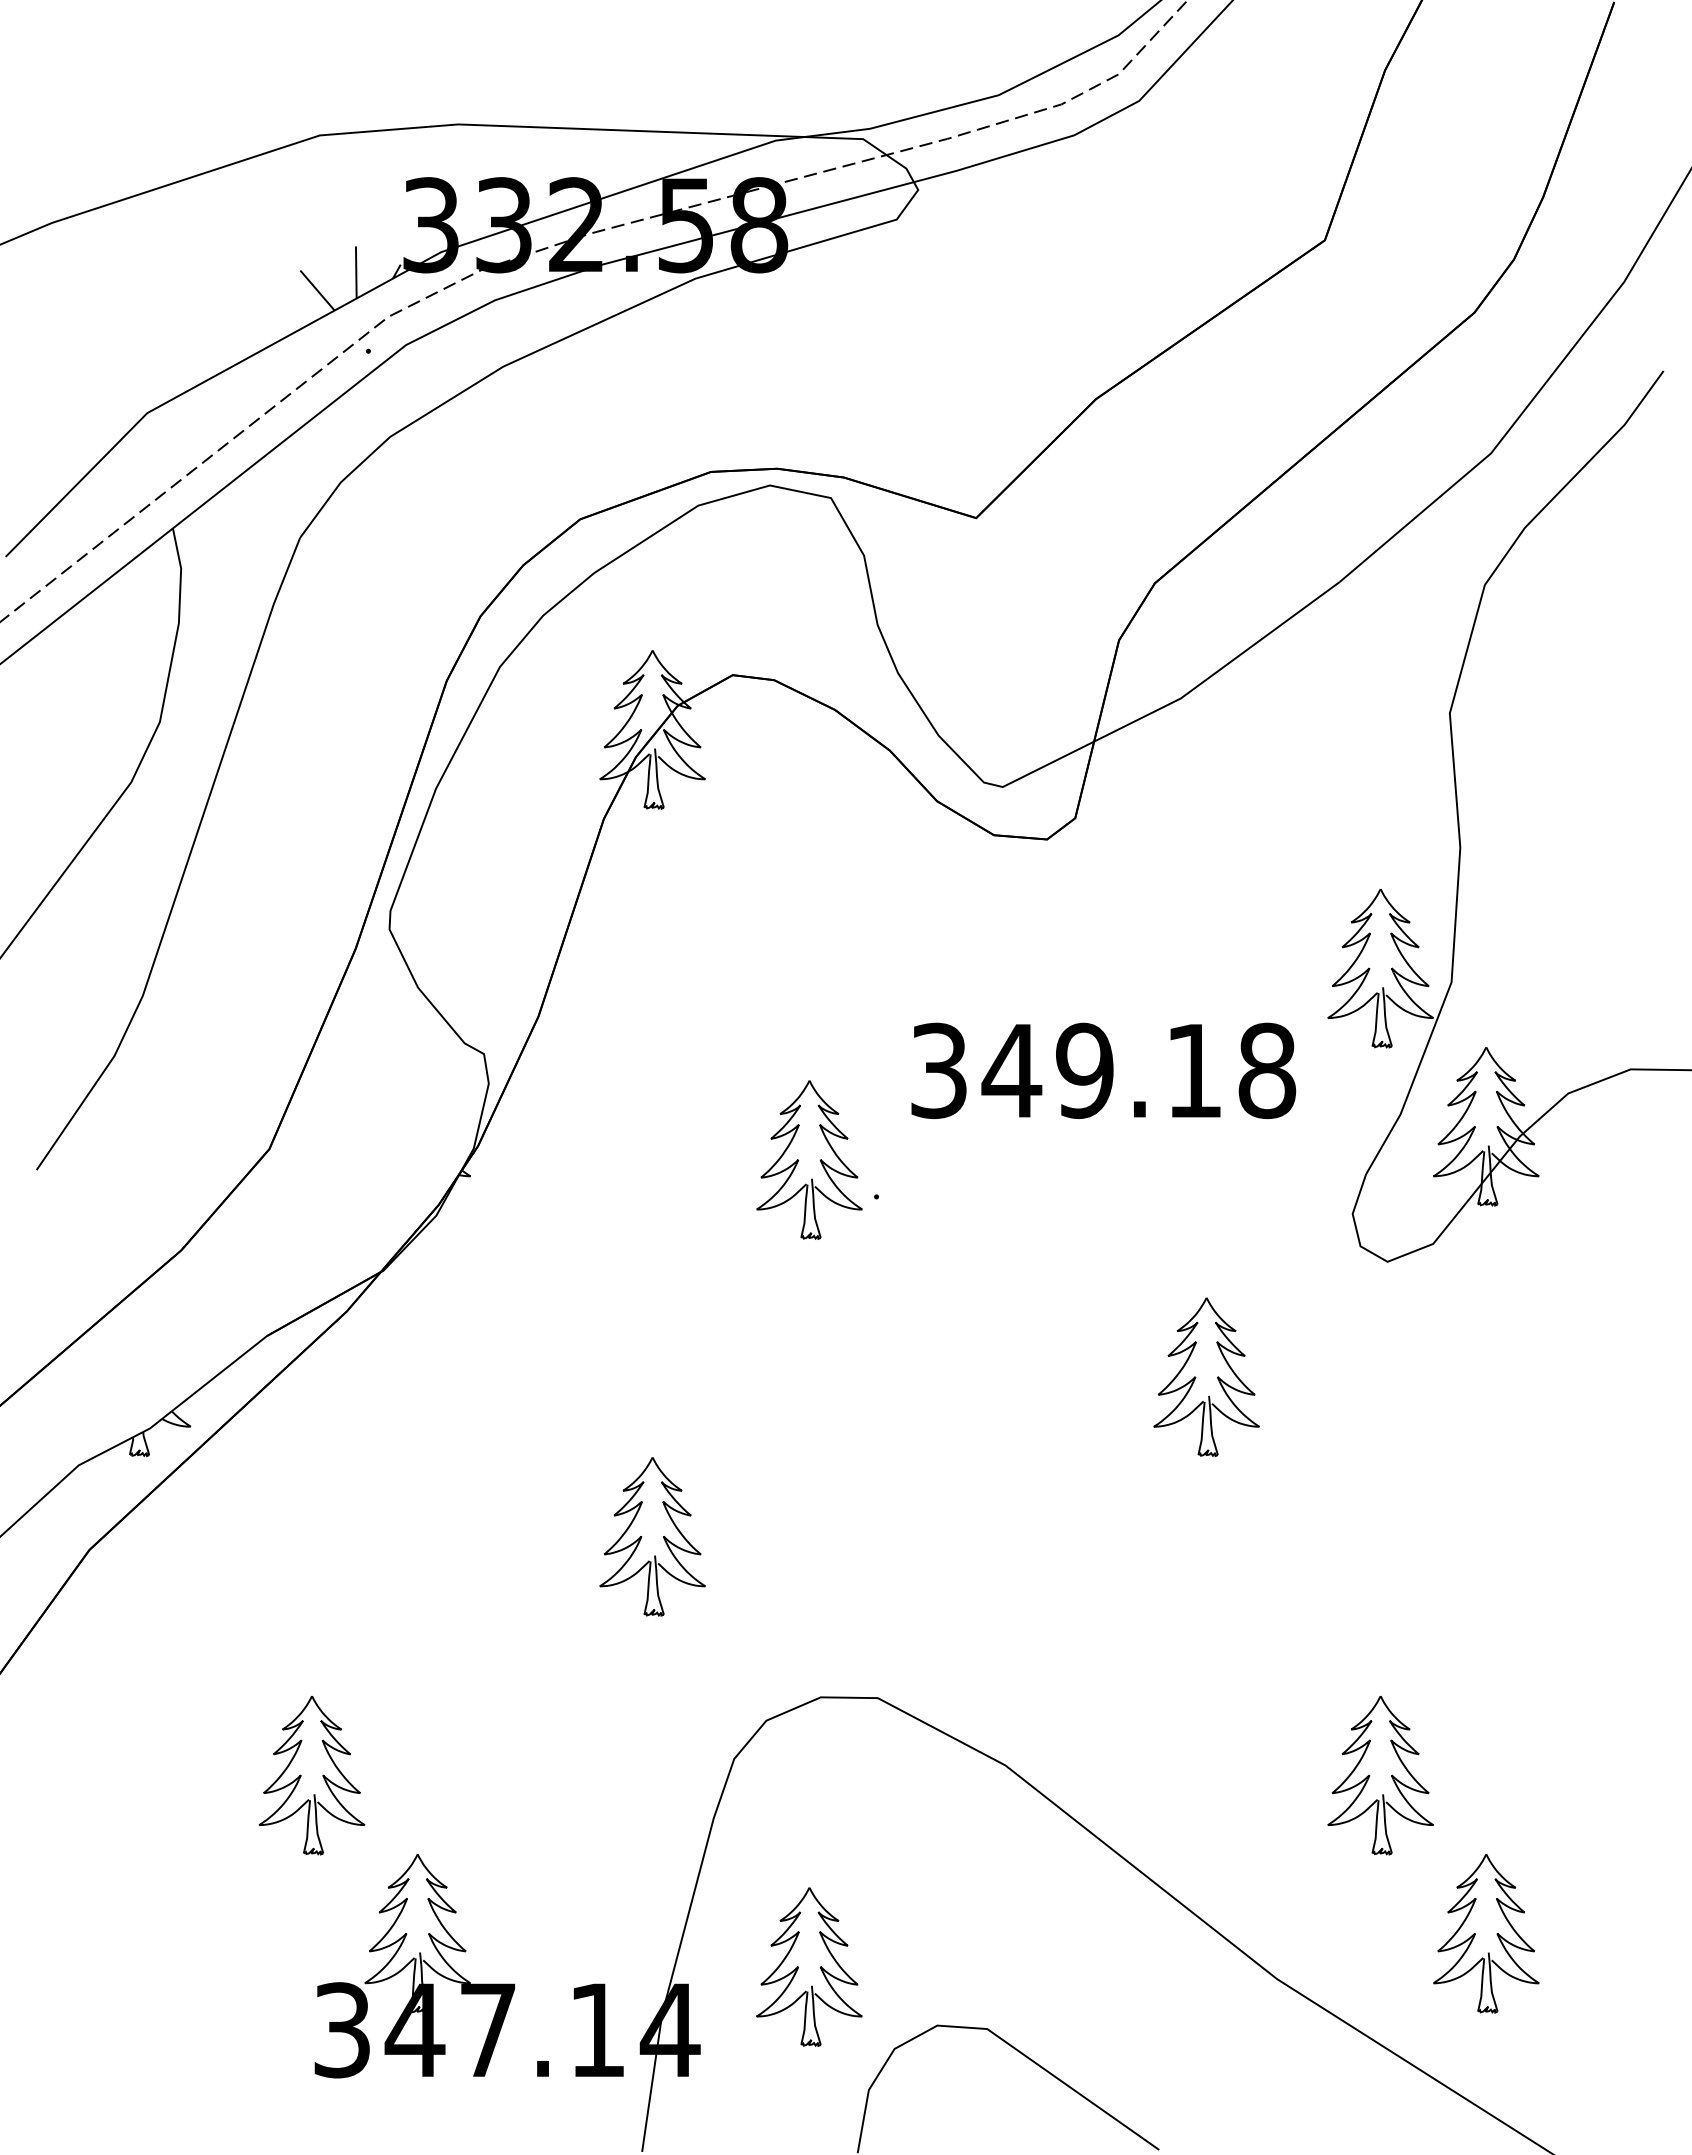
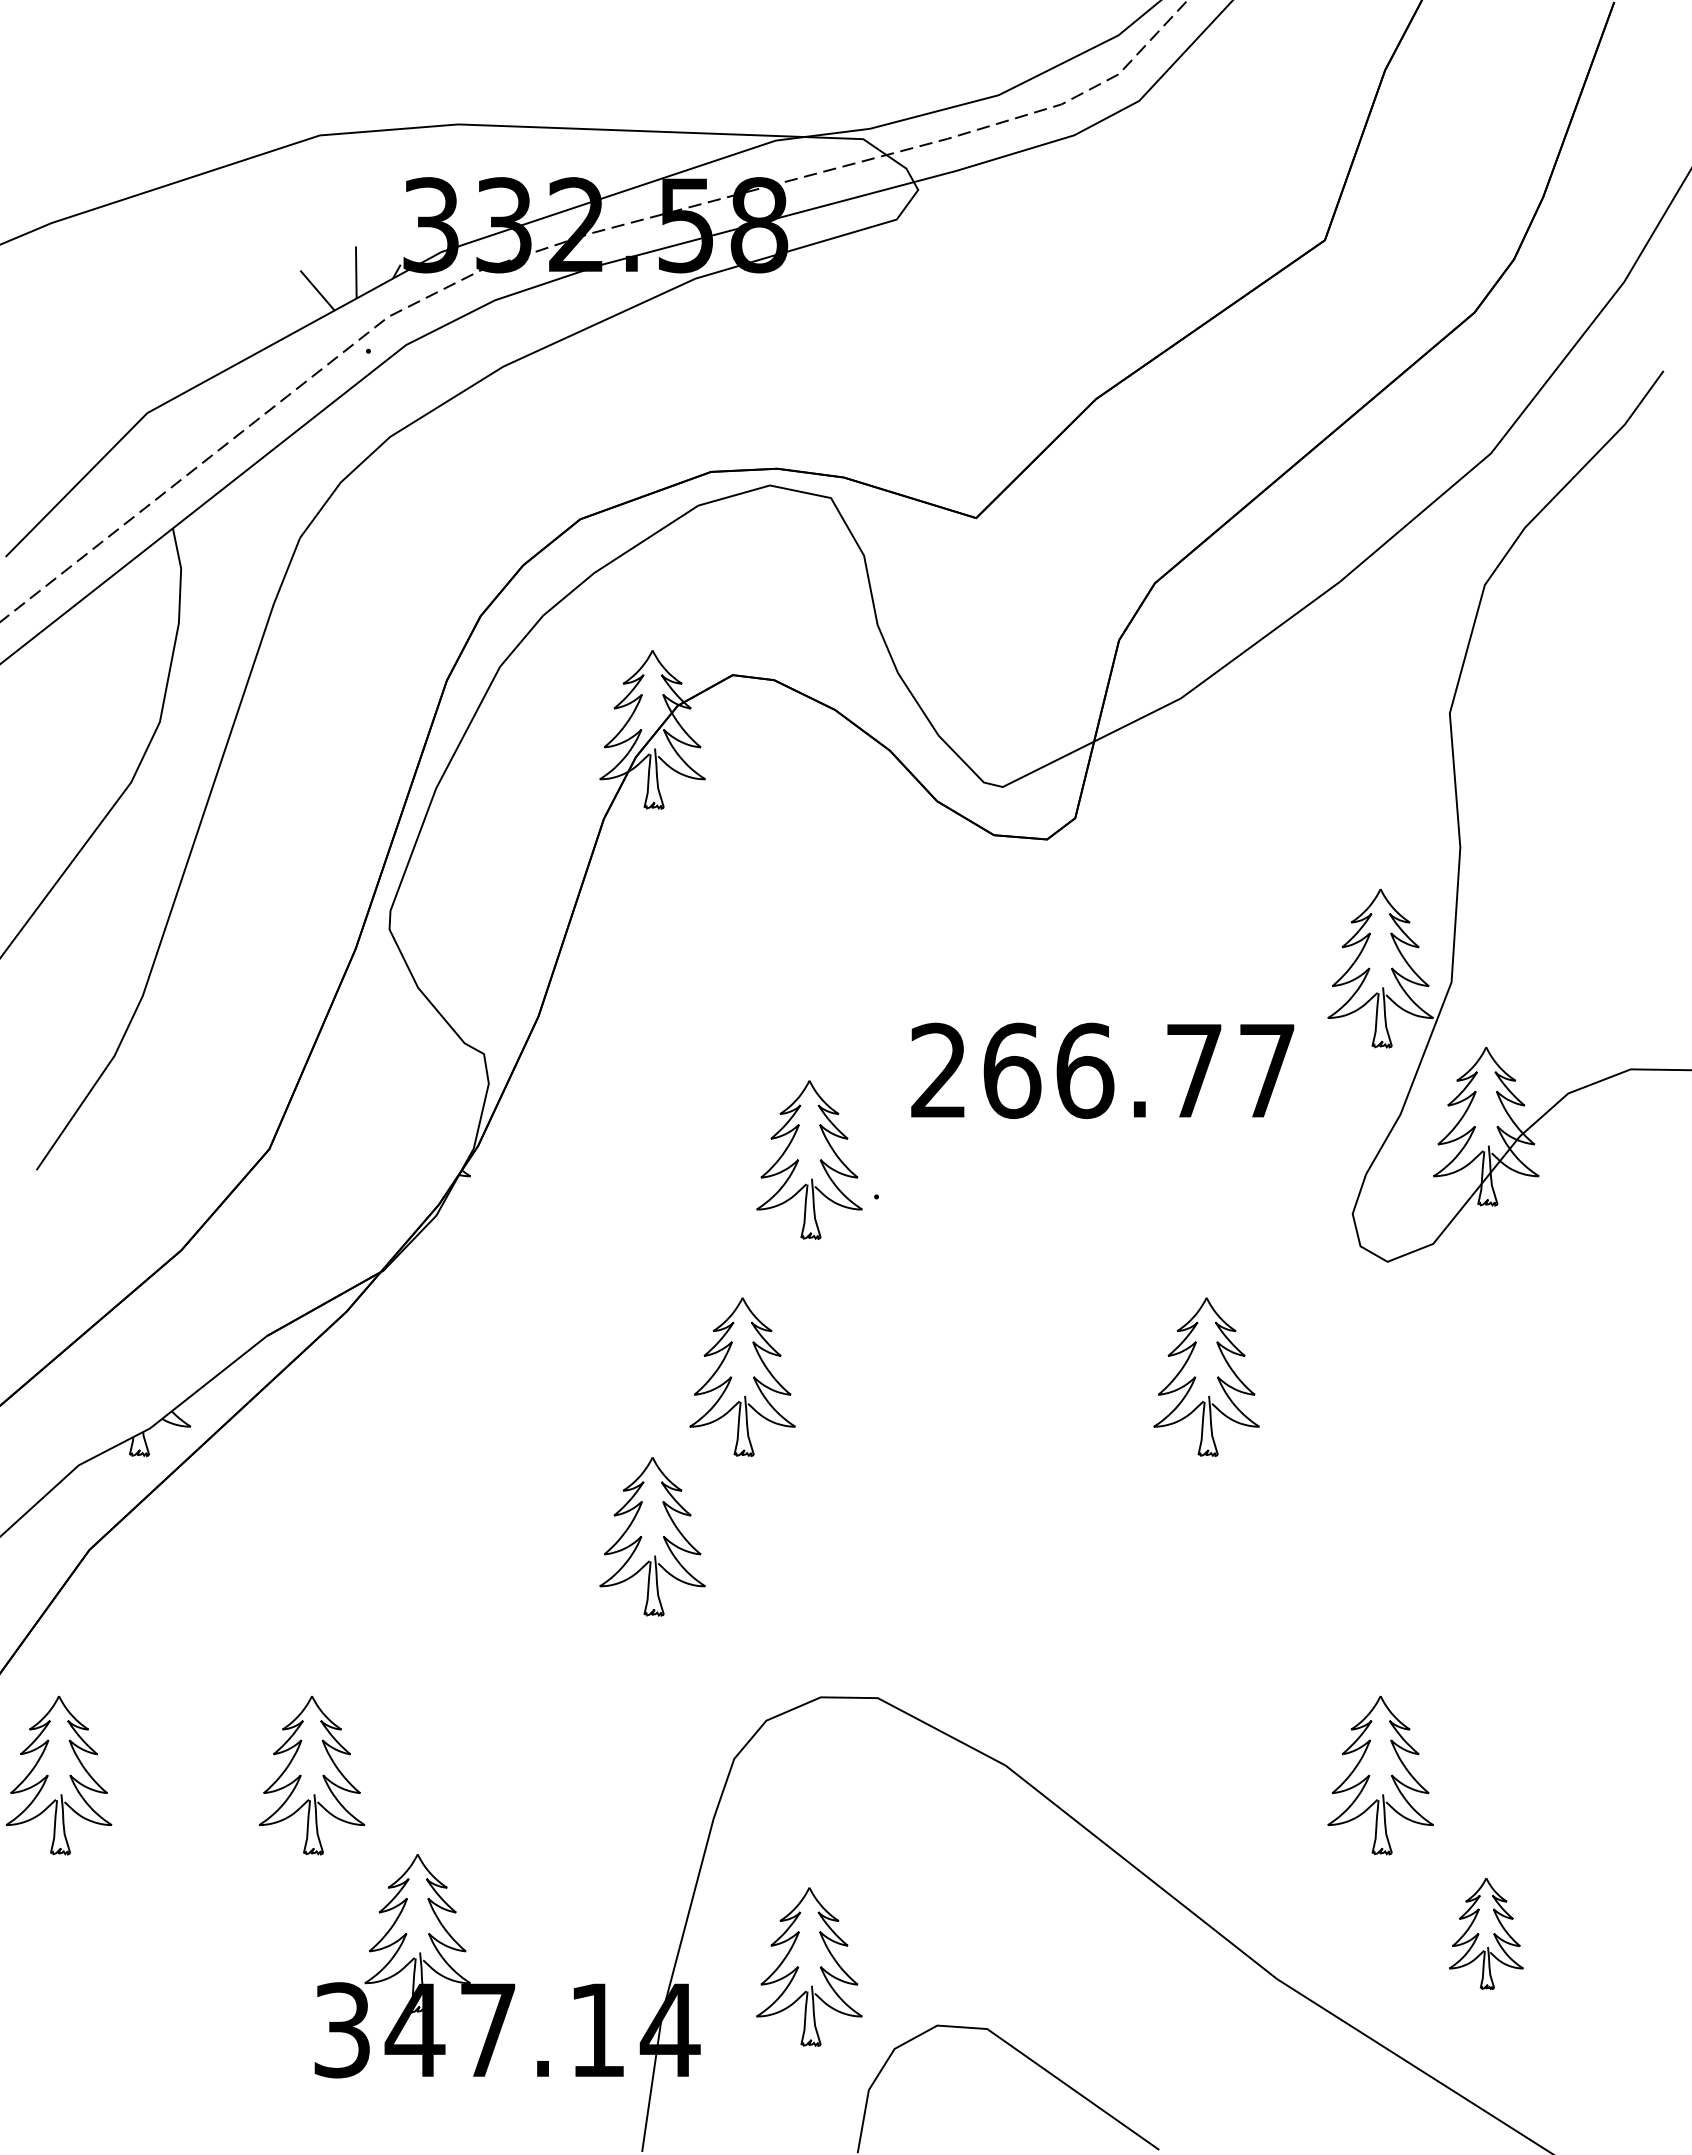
text at (1103, 1070): 349.18 -> 266.77
part at (742, 1376): none -> present
part at (58, 1775): none -> present
part at (1486, 1933) size: 107x160 px -> 75x113 px
